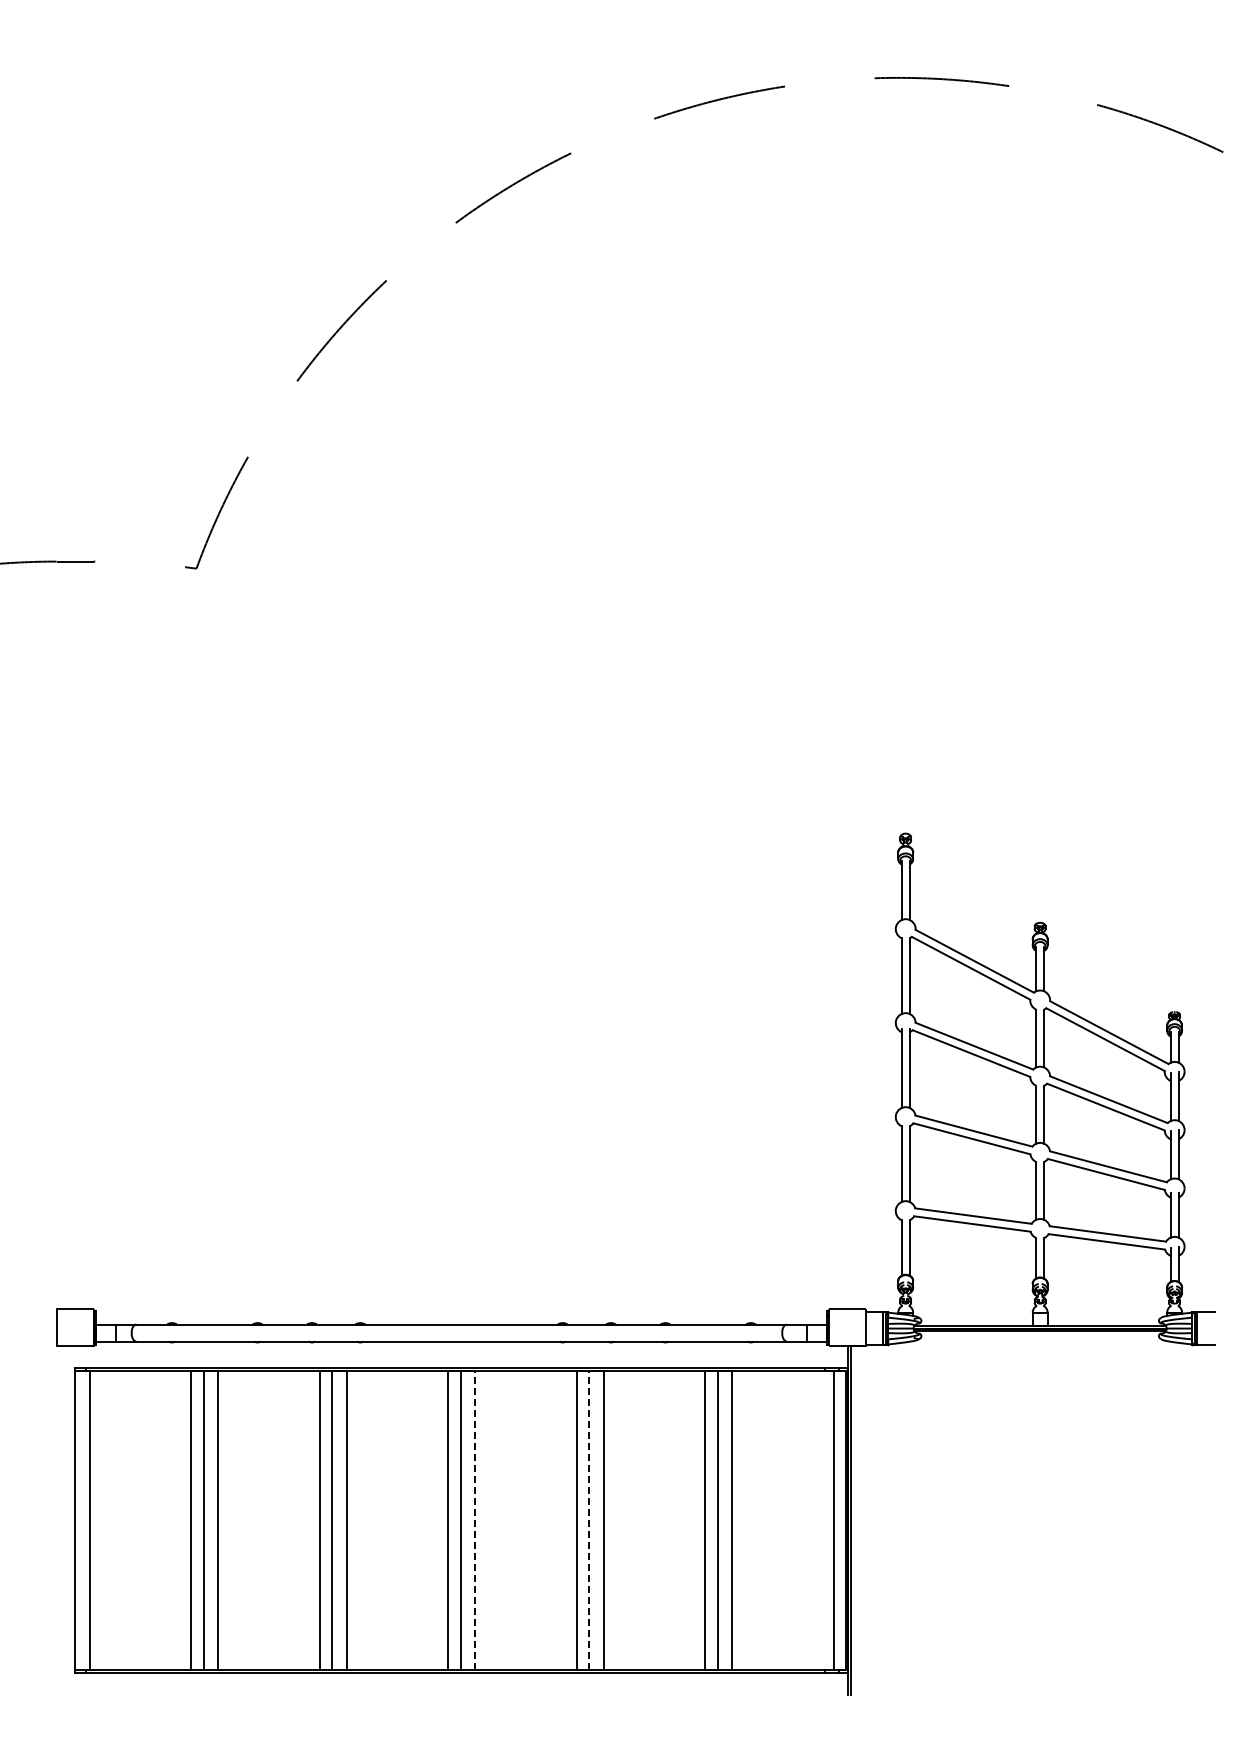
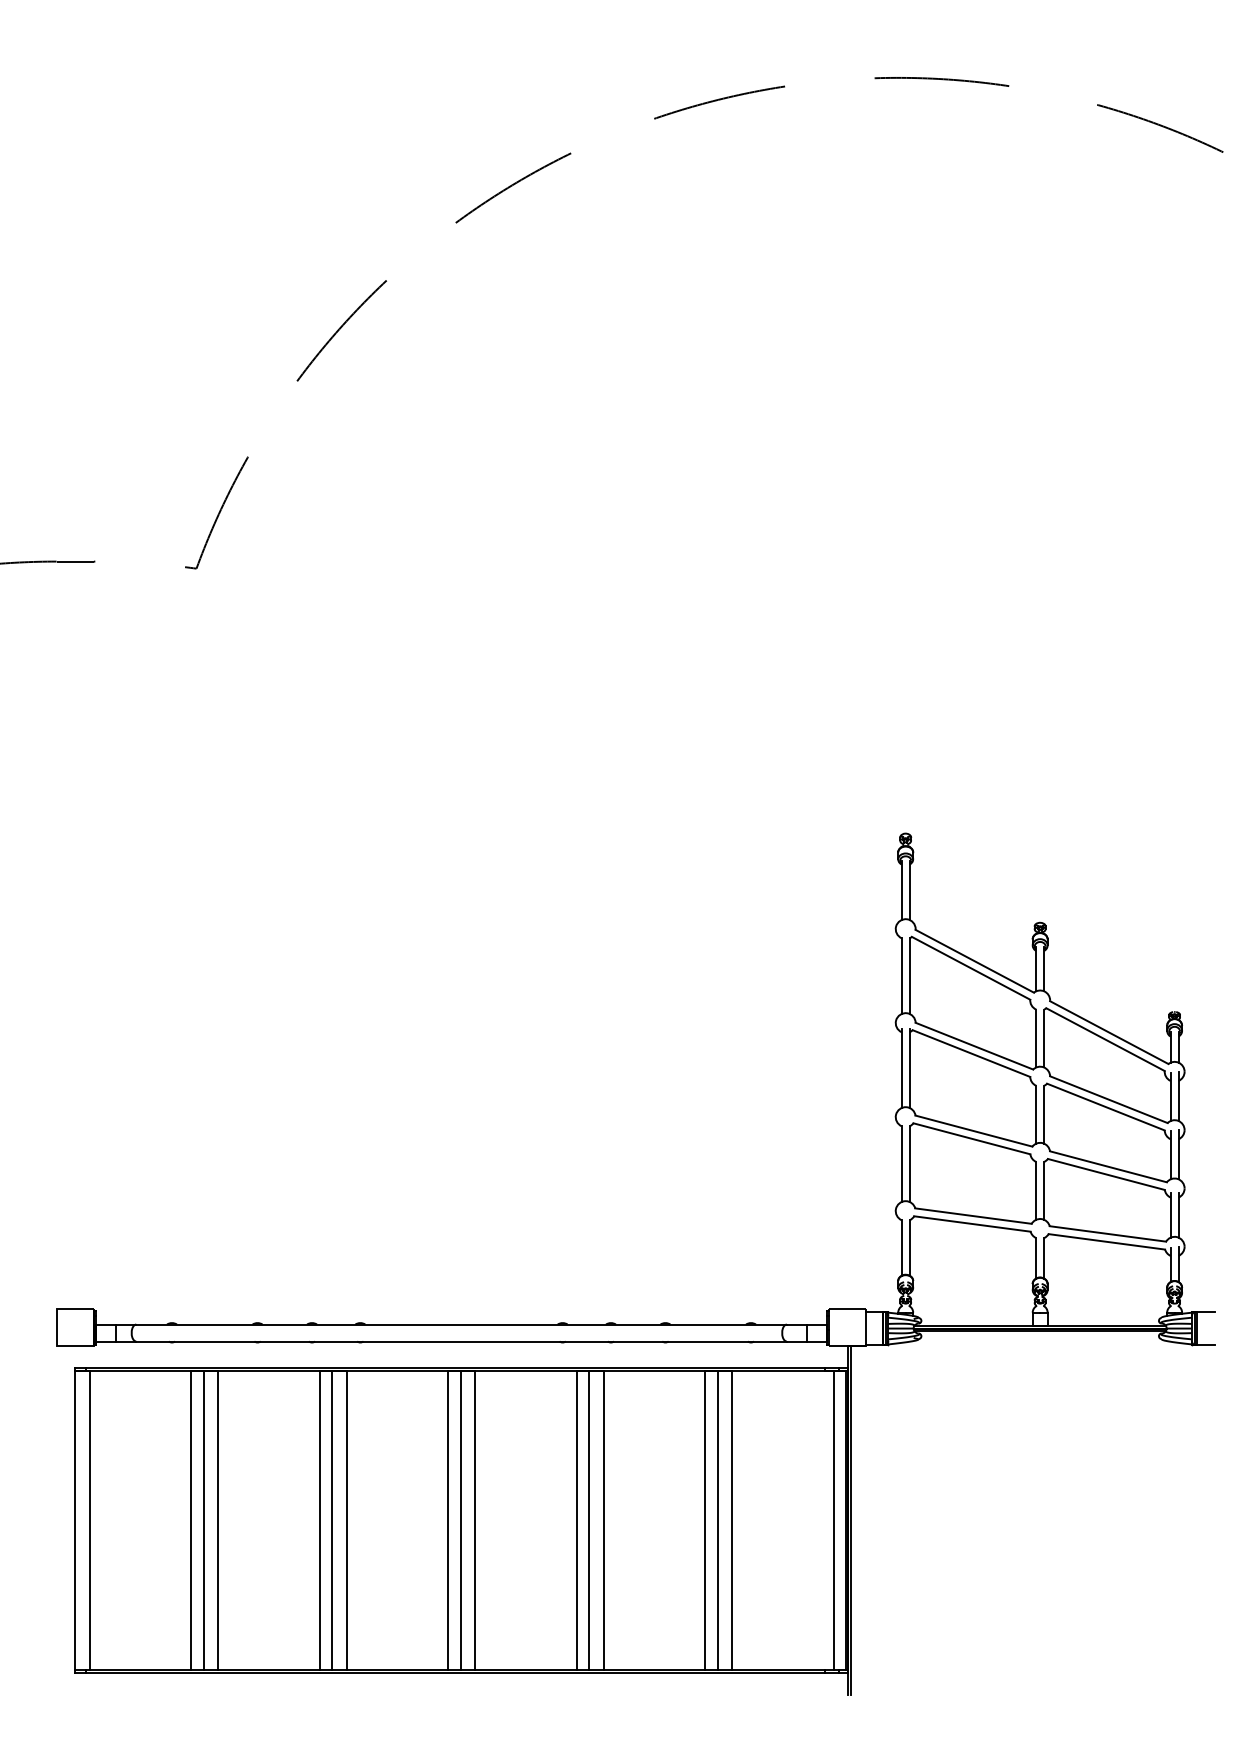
line at (475, 1519): dashed -> solid
line at (589, 1519): dashed -> solid
